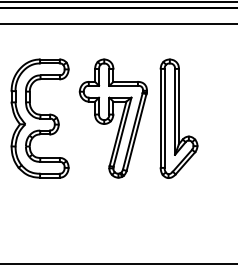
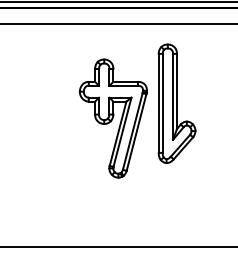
part at (39, 118): present -> none
part at (178, 118) position: (178, 118) -> (176, 103)
line at (118, 264) position: (118, 264) -> (118, 247)
